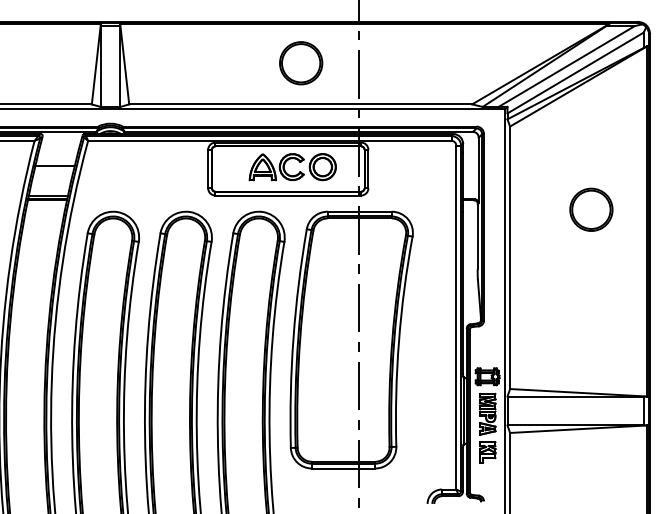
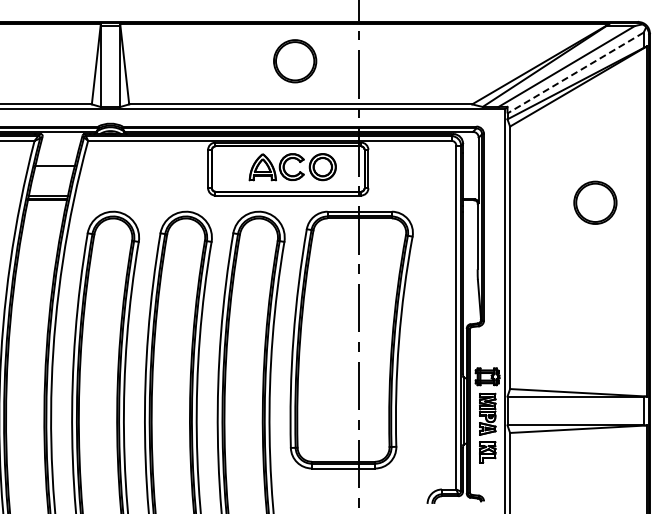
part at (301, 63) position: (301, 63) -> (295, 61)
line at (575, 73): solid -> dashed
part at (591, 209) position: (591, 209) -> (595, 202)
